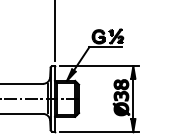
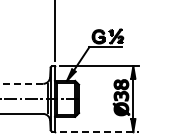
line at (21, 83): solid -> dashed
line at (99, 131): solid -> dashed
